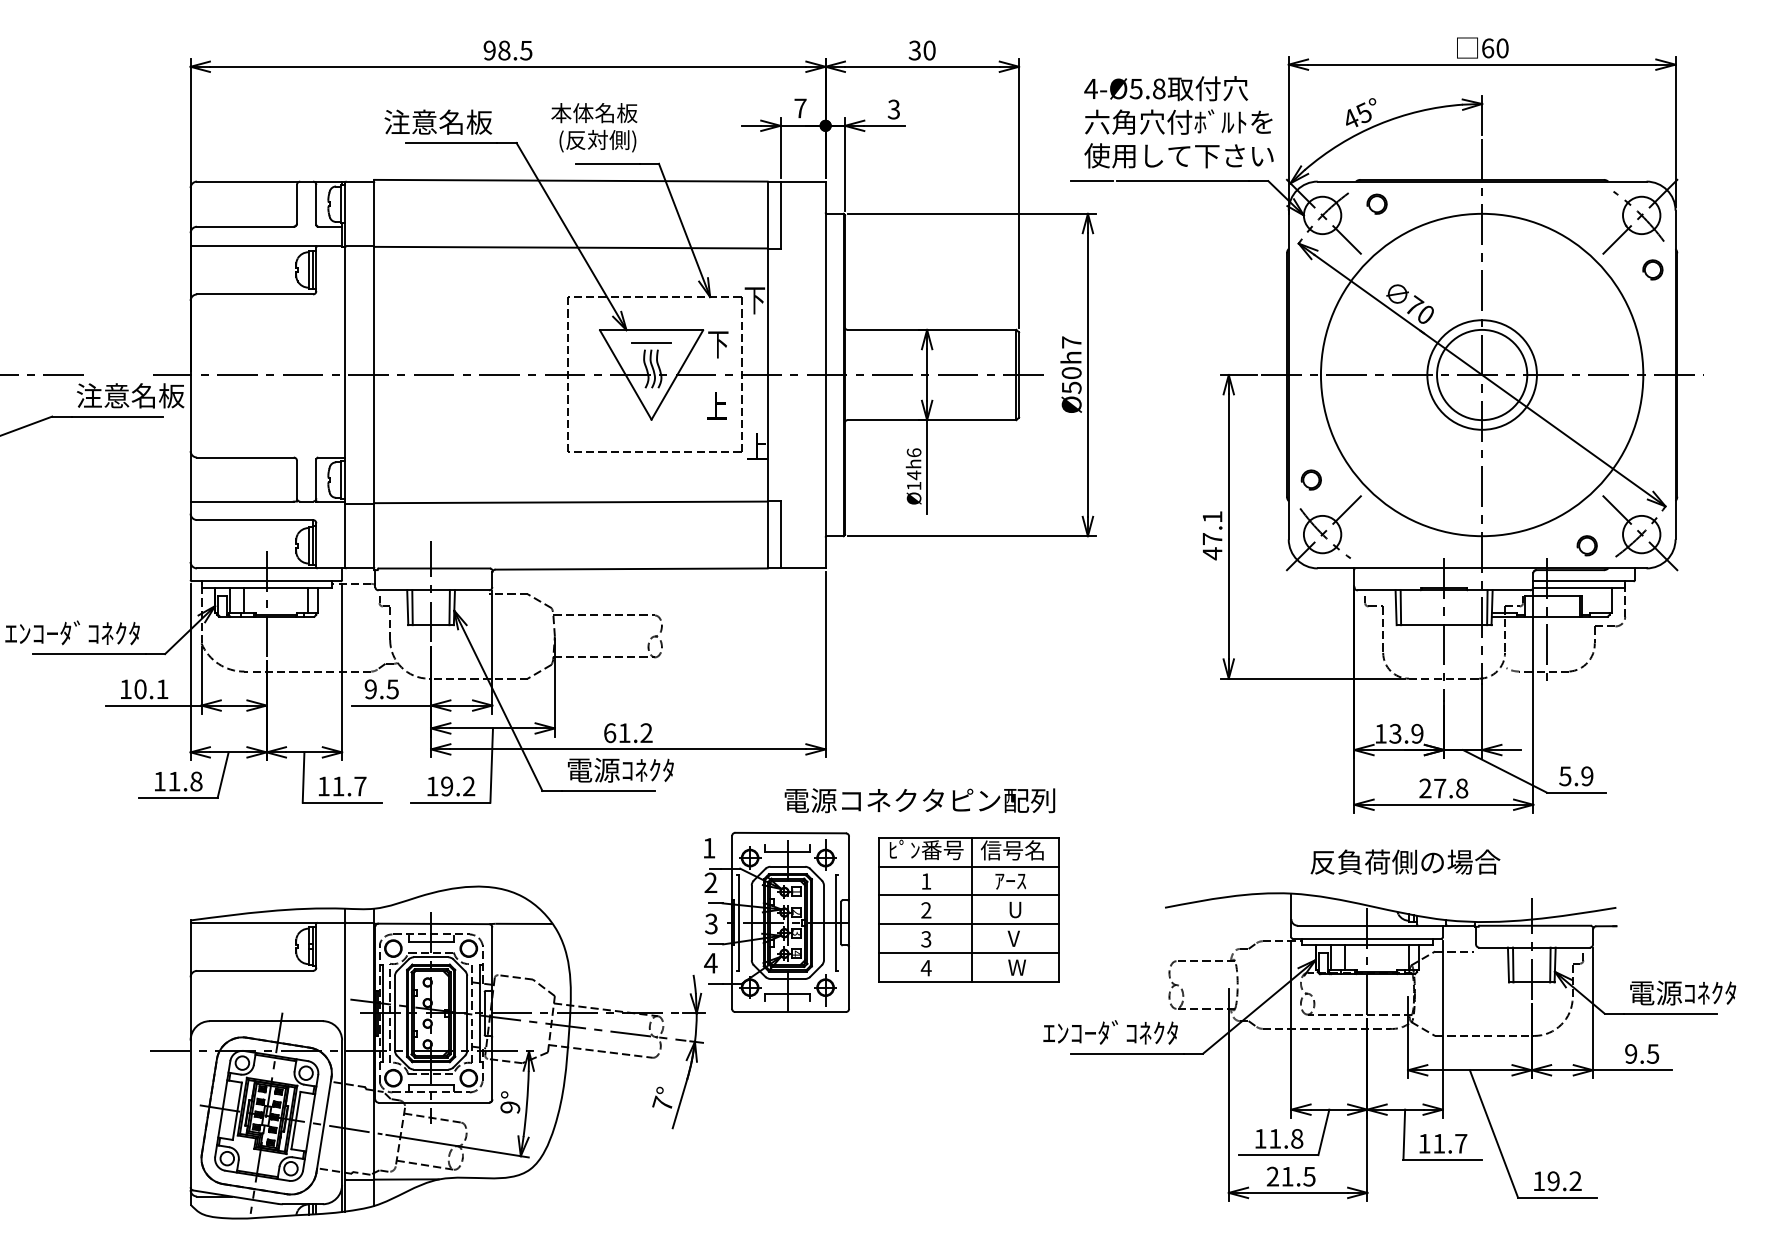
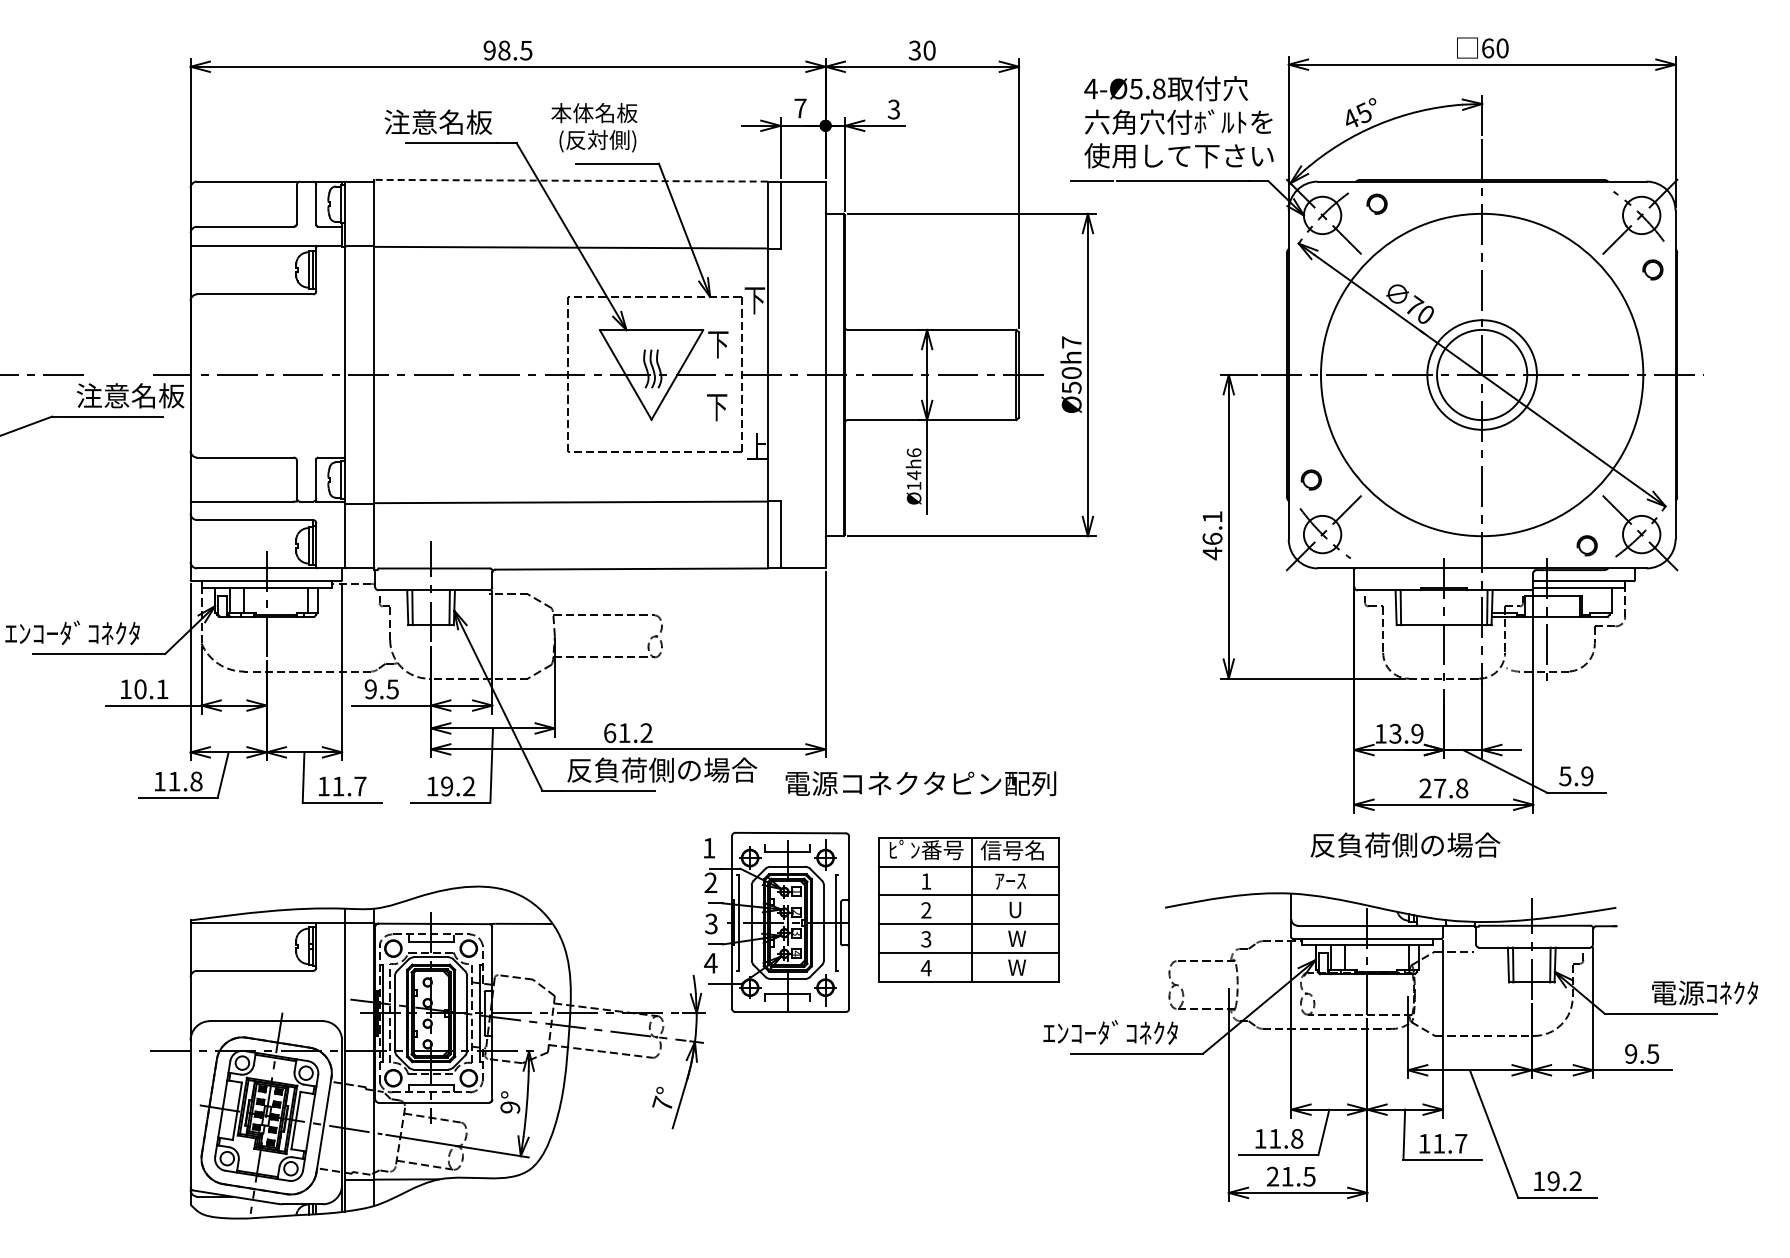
line at (571, 180): solid -> dashed
line at (651, 343): present -> none
text at (717, 406): 上 -> 下
text at (1212, 538): 47.1 -> 46.1
text at (662, 769): 電源ｺﾈｸﾀ -> 反負荷側の場合
text at (919, 800) position: (919, 800) -> (920, 783)
text at (1405, 861) position: (1405, 861) -> (1405, 844)
text at (1016, 938): V -> W
text at (1683, 992) position: (1683, 992) -> (1705, 992)
